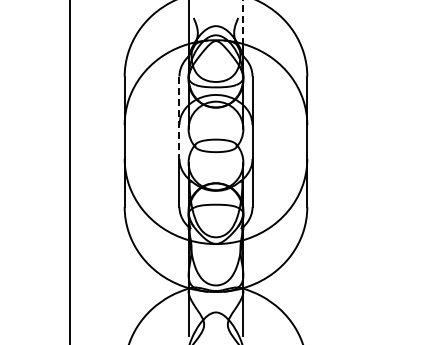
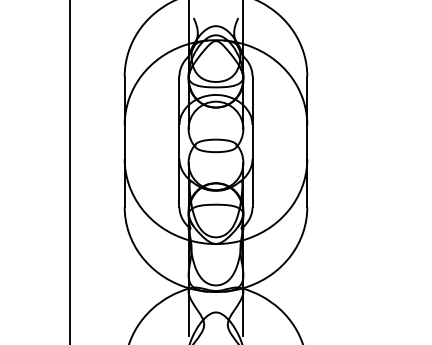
line at (243, 21): dashed -> solid
line at (179, 118): dashed -> solid
